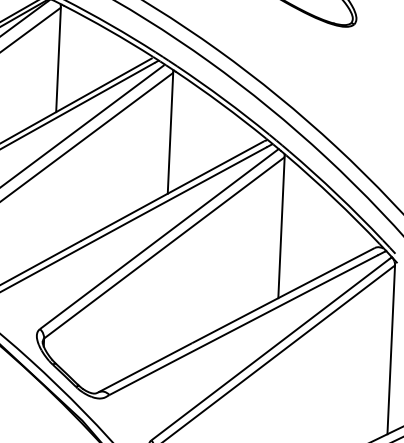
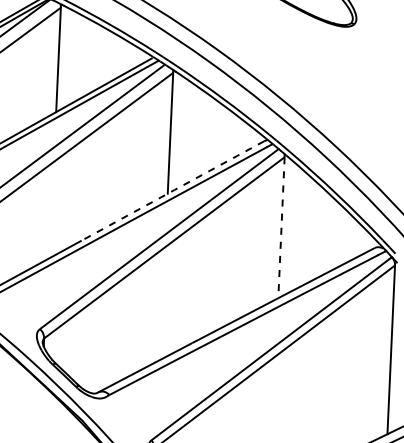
line at (172, 190): solid -> dashed
line at (281, 227): solid -> dashed
